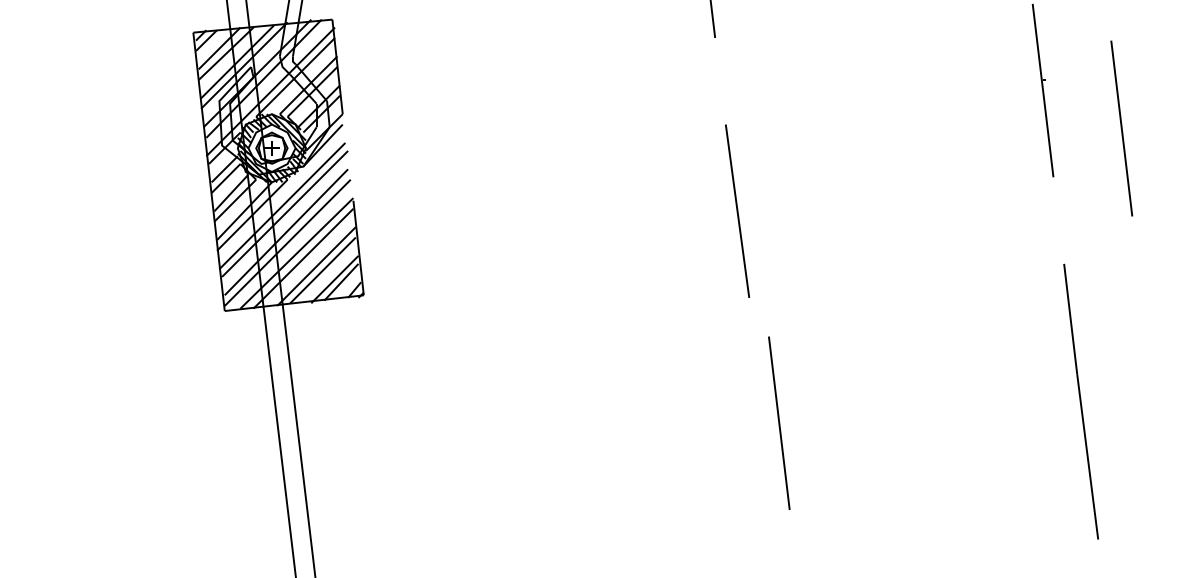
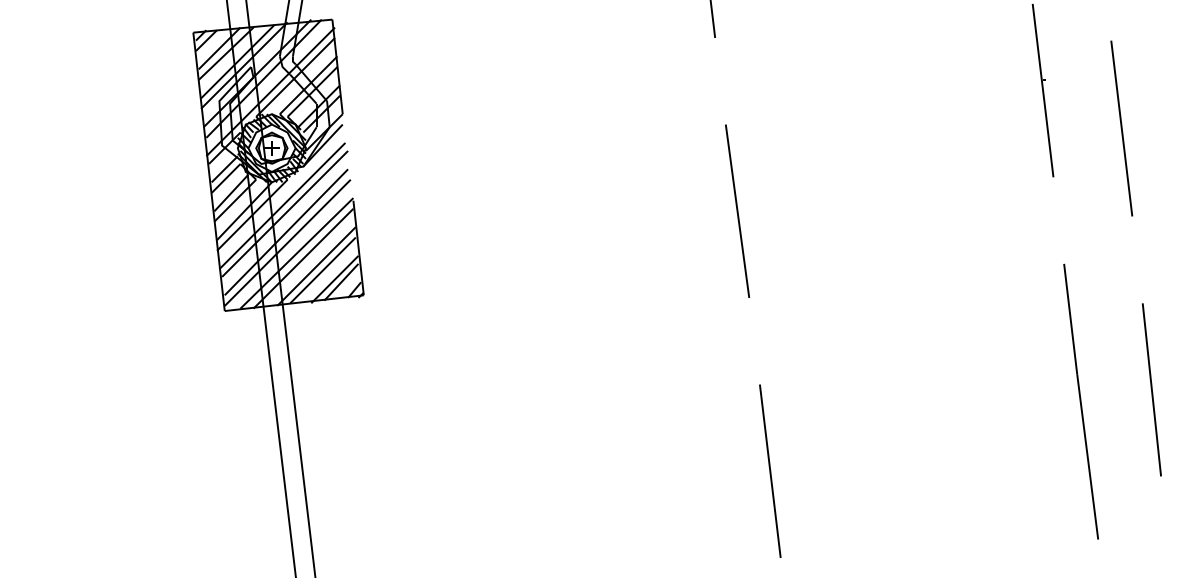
line at (1151, 389): none -> present
line at (779, 422) position: (779, 422) -> (770, 470)
